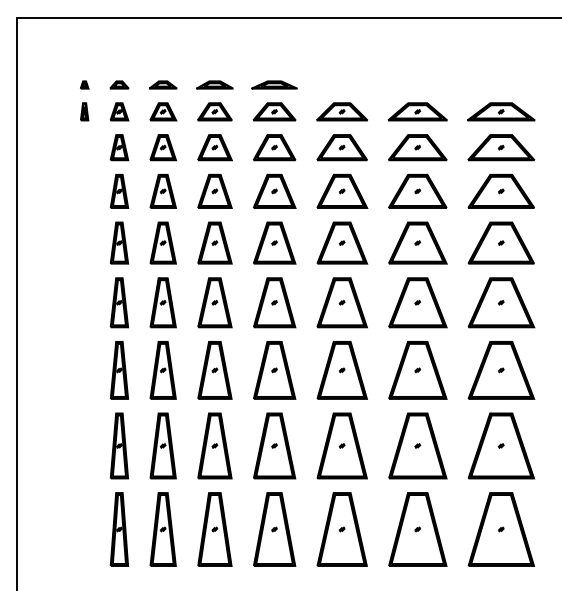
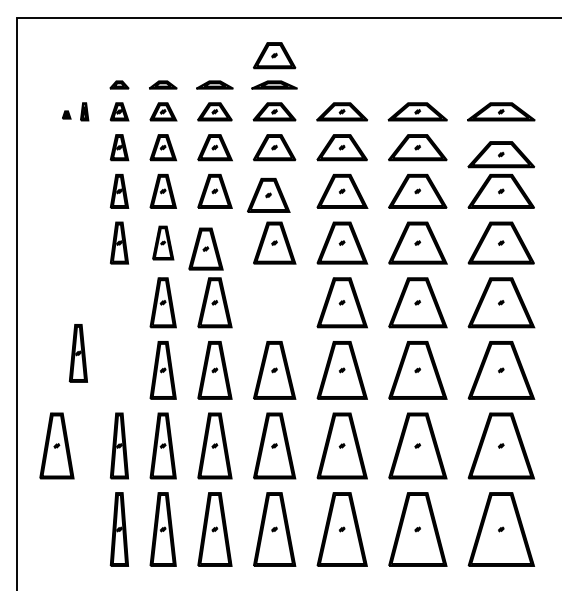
part at (274, 55): none -> present
part at (84, 84) position: (84, 84) -> (66, 114)
part at (501, 147) position: (501, 147) -> (501, 154)
part at (274, 191) position: (274, 191) -> (268, 195)
part at (162, 242) size: 28x44 px -> 23x36 px
part at (214, 242) position: (214, 242) -> (205, 248)
part at (118, 302): present -> none
part at (274, 302): present -> none
part at (118, 370) position: (118, 370) -> (77, 353)
part at (56, 445): none -> present
